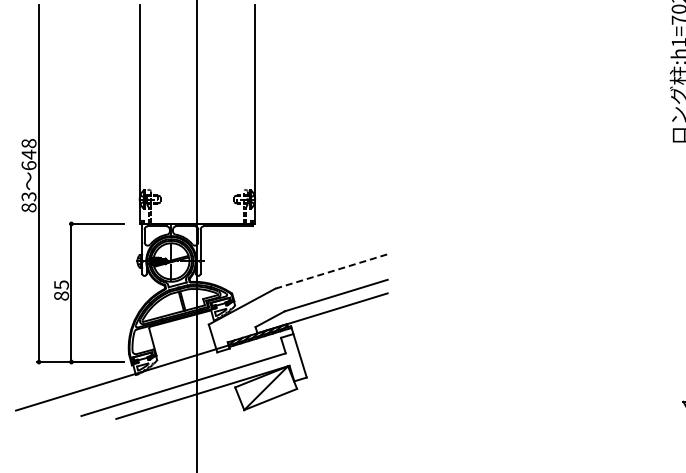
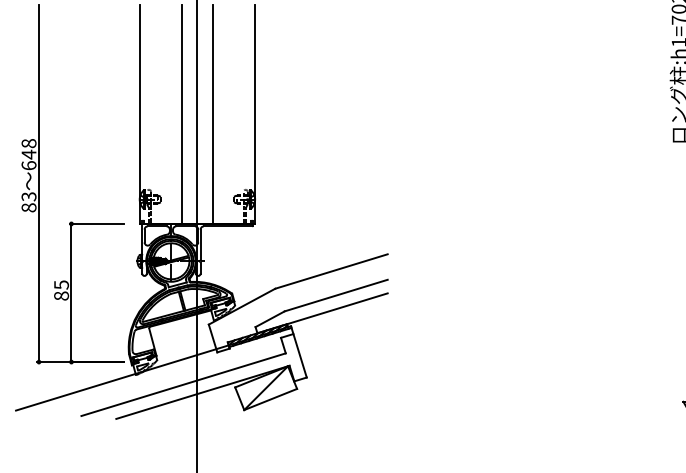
line at (182, 114): none -> present
line at (212, 114): none -> present
line at (331, 271): dashed -> solid
